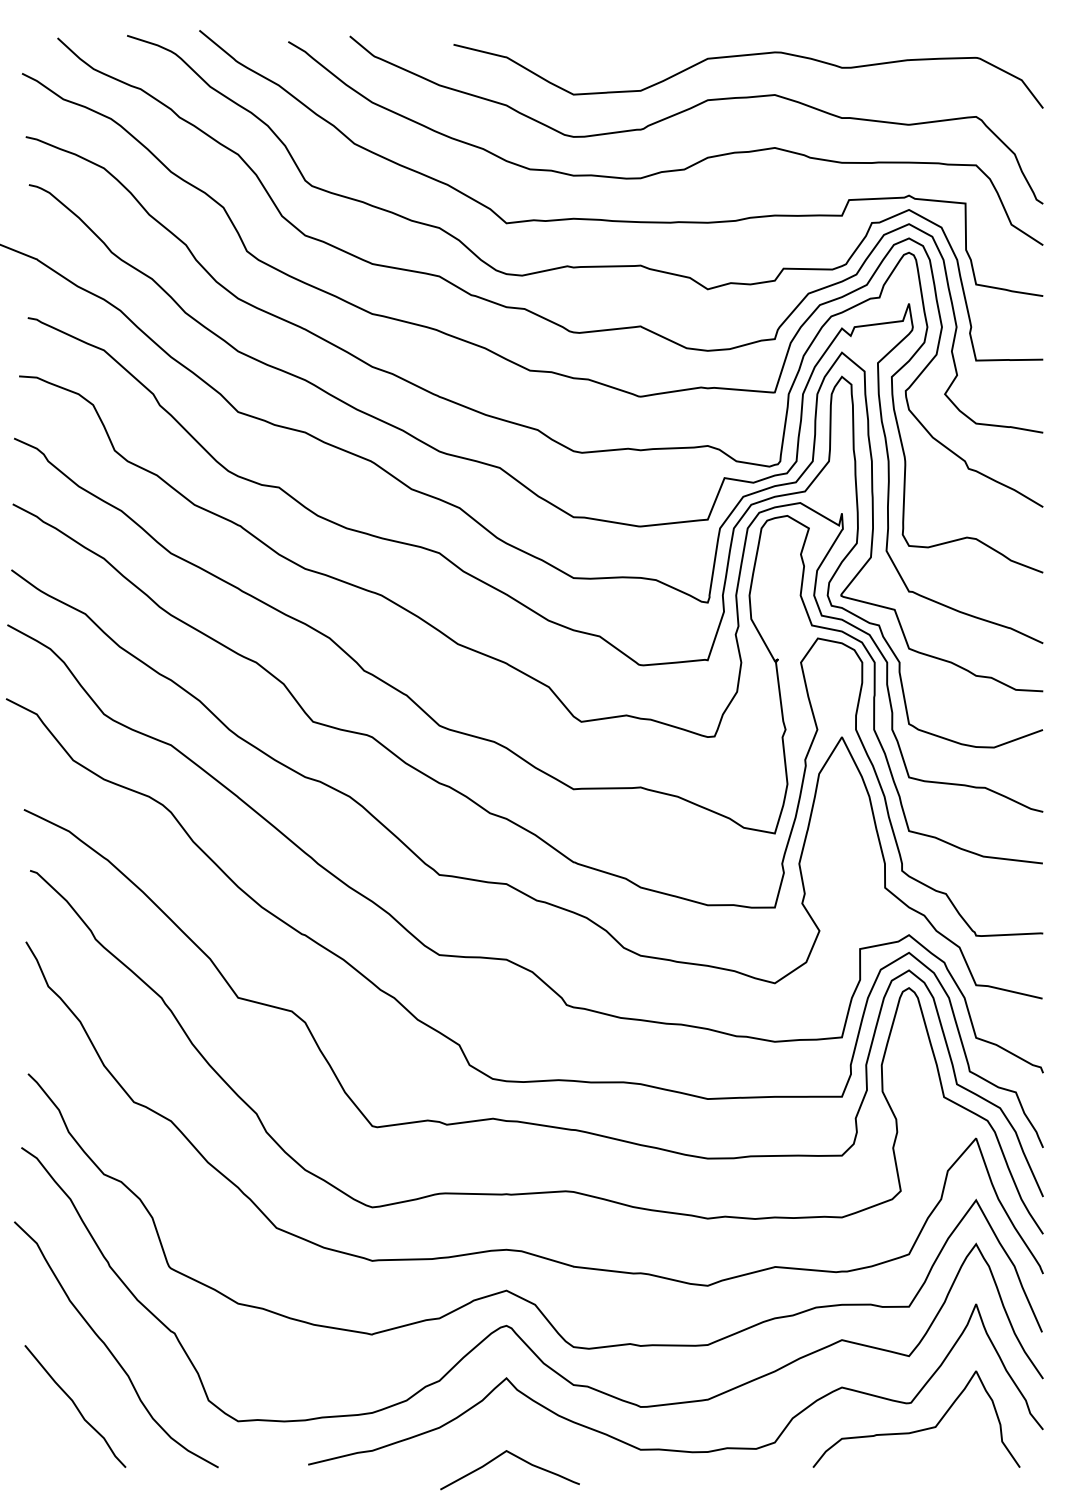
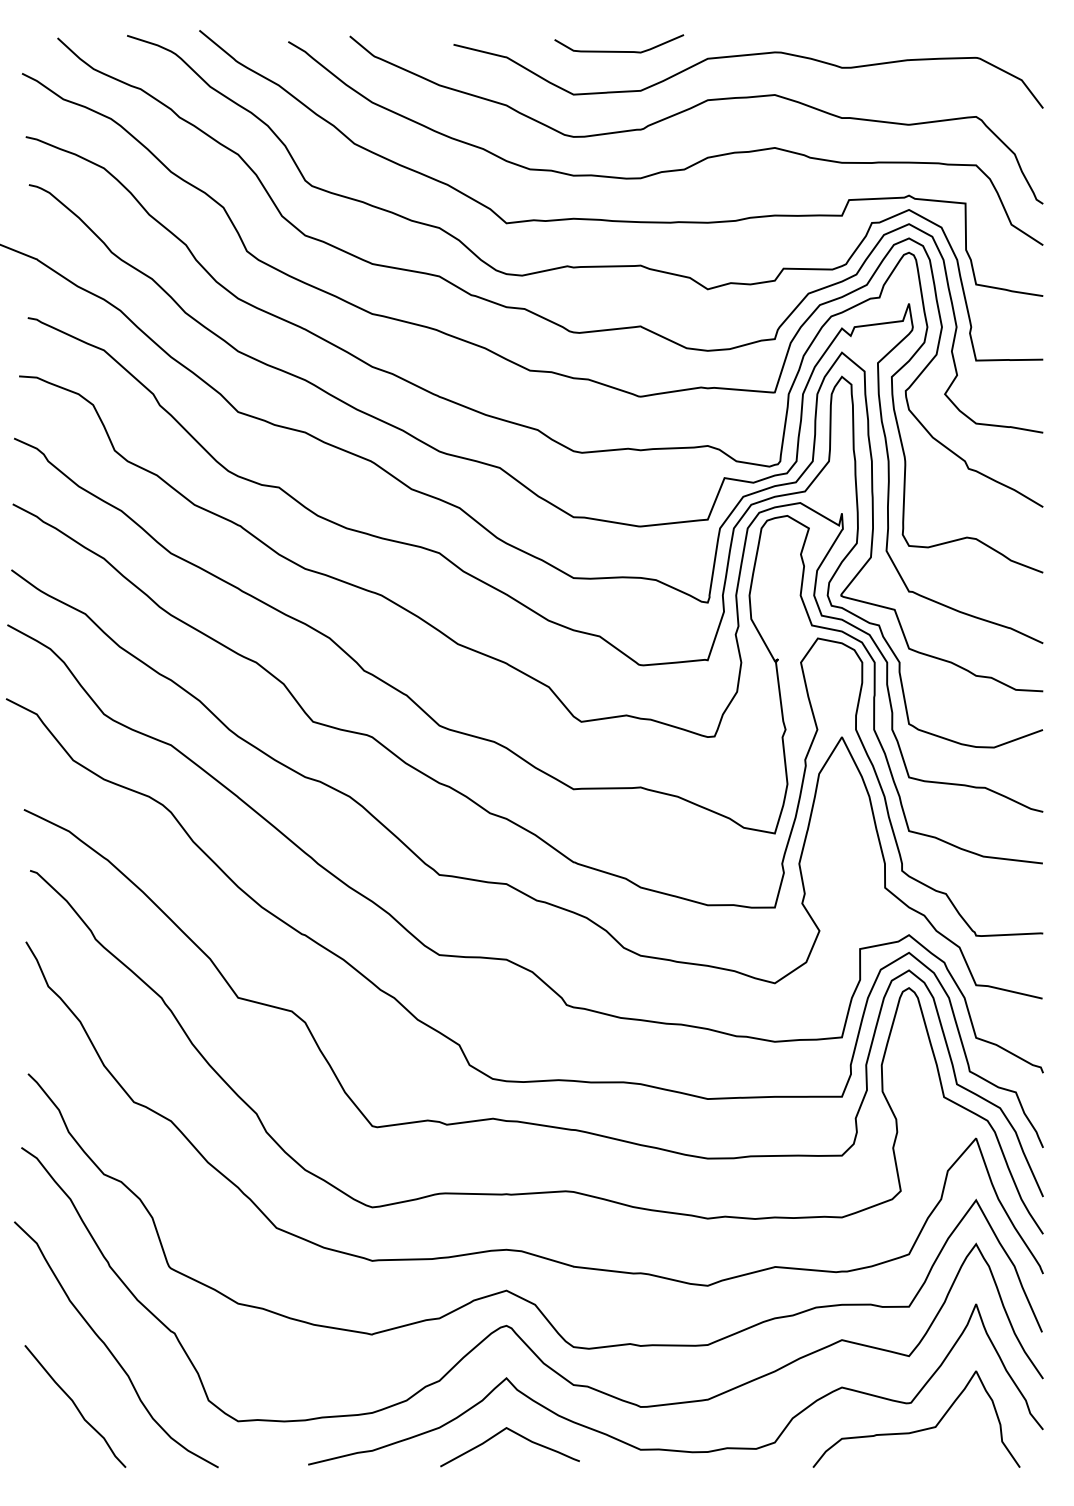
curve at (619, 51): none -> present
curve at (516, 1457) position: (516, 1457) -> (516, 1434)
